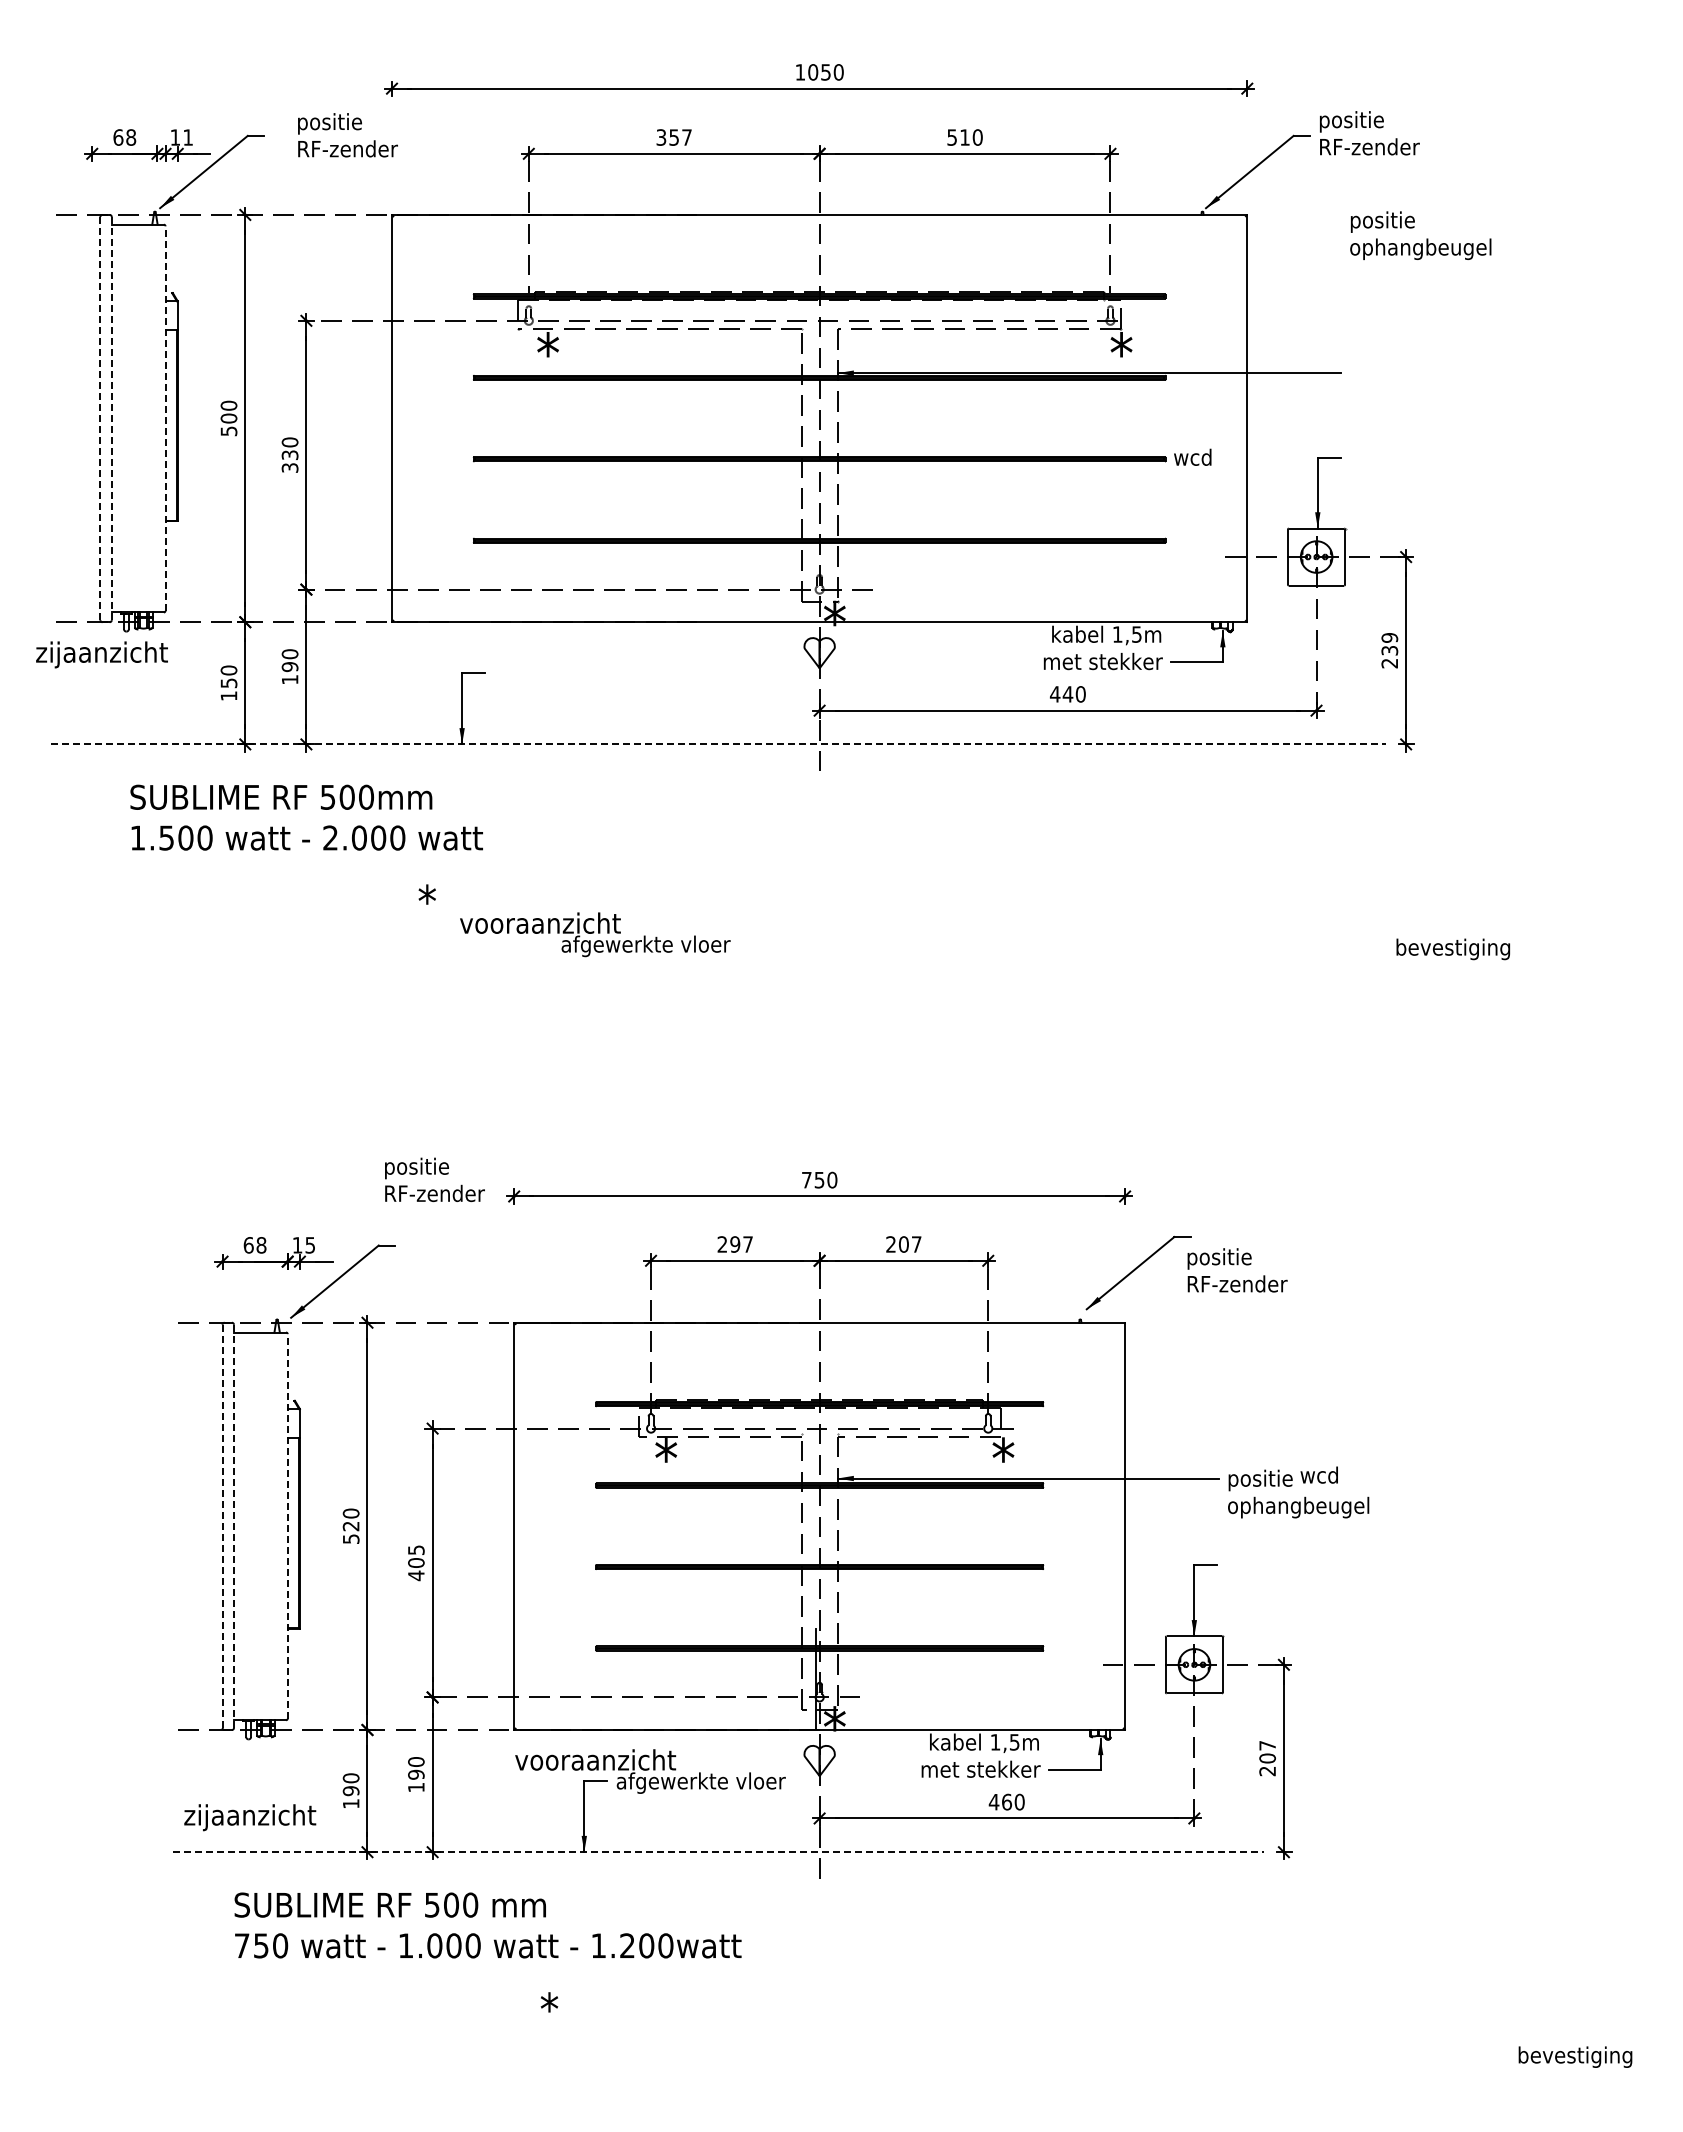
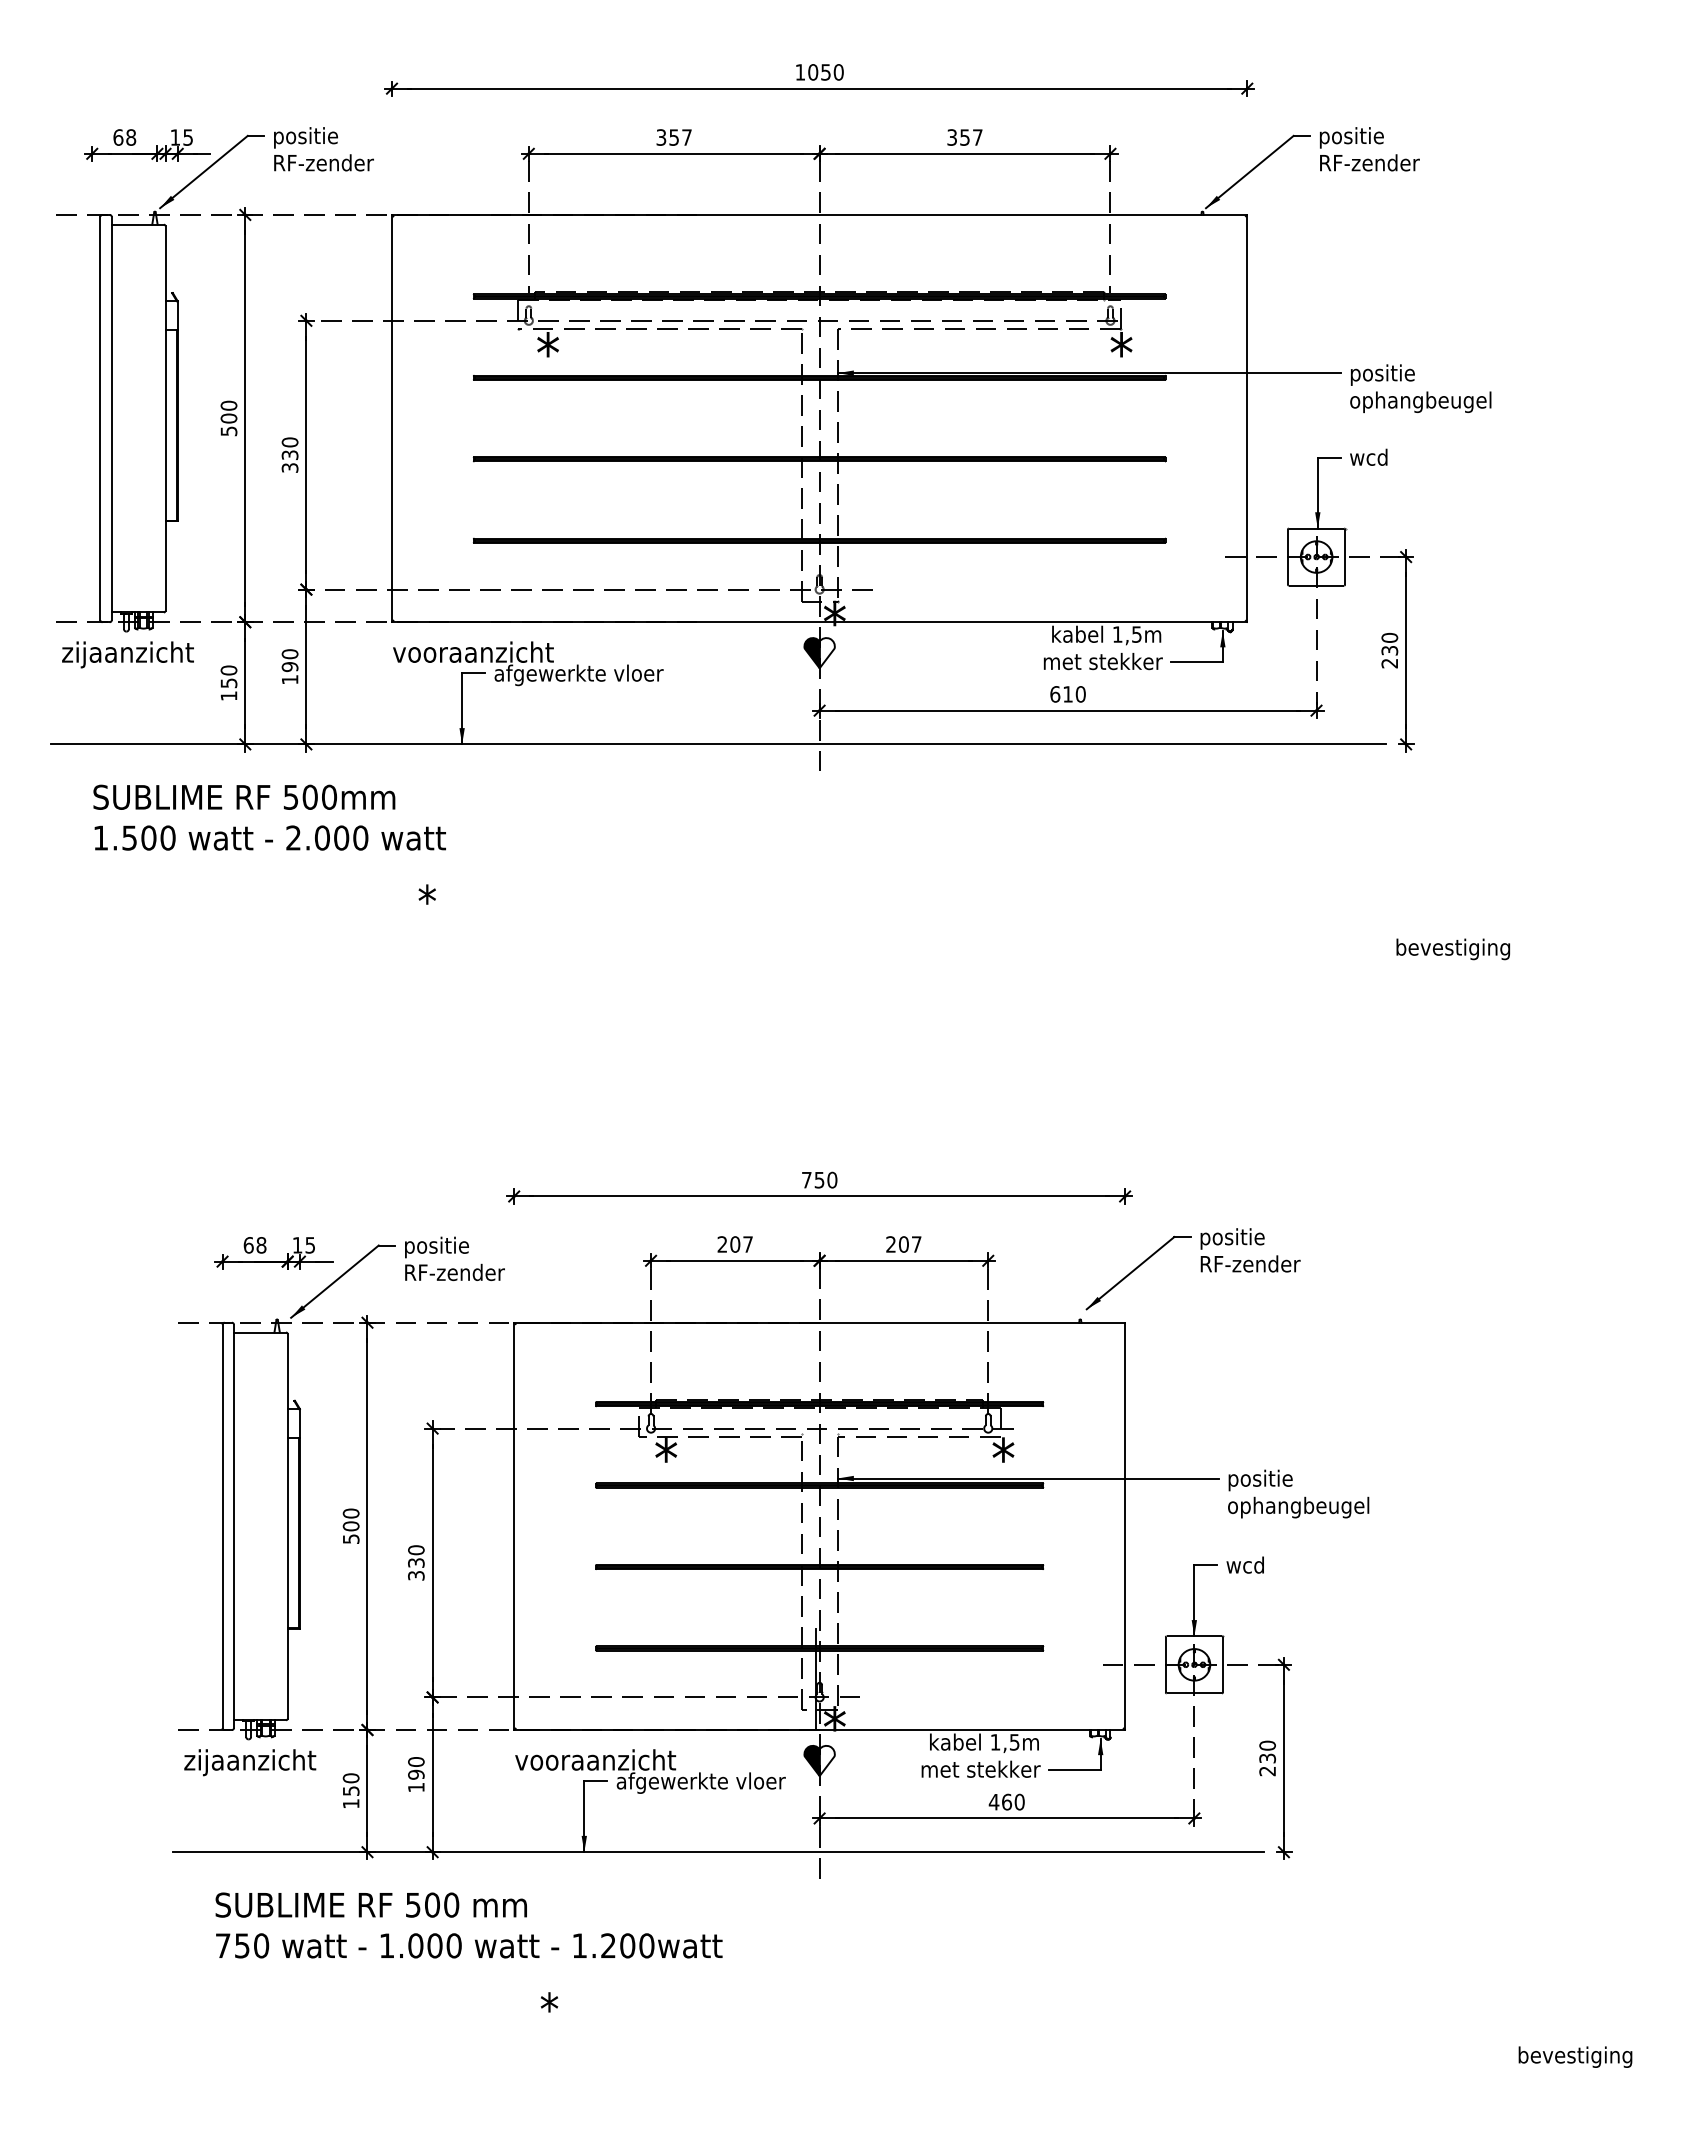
text at (1369, 133) position: (1369, 133) -> (1369, 149)
text at (347, 135) position: (347, 135) -> (323, 149)
text at (187, 137): 11 -> 15
text at (964, 137): 510 -> 357
text at (1420, 235) position: (1420, 235) -> (1420, 388)
line at (100, 418): dashed -> solid
line at (111, 418): dashed -> solid
line at (165, 418): dashed -> solid
text at (1192, 456) position: (1192, 456) -> (1368, 456)
text at (1389, 637): 239 -> 230
fill at (811, 653): none -> present
text at (101, 654) position: (101, 654) -> (127, 654)
text at (1061, 694): 440 -> 610
line at (718, 744): dashed -> solid
text at (306, 817) position: (306, 817) -> (269, 817)
text at (595, 934) position: (595, 934) -> (528, 663)
text at (434, 1179) position: (434, 1179) -> (454, 1258)
text at (735, 1244): 297 -> 207
text at (1237, 1270) position: (1237, 1270) -> (1250, 1250)
text at (1318, 1474) position: (1318, 1474) -> (1244, 1564)
line at (287, 1525): dashed -> solid
line at (222, 1526): dashed -> solid
line at (233, 1526): dashed -> solid
text at (350, 1526): 520 -> 500
text at (416, 1563): 405 -> 330
text at (1267, 1751): 207 -> 230
fill at (811, 1760): none -> present
text at (350, 1791): 190 -> 150
text at (250, 1817) position: (250, 1817) -> (250, 1762)
line at (718, 1852): dashed -> solid
text at (487, 1925) position: (487, 1925) -> (468, 1925)
